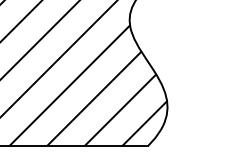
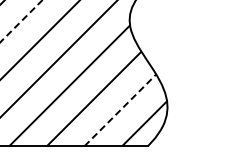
line at (21, 21): solid -> dashed
line at (120, 110): solid -> dashed
